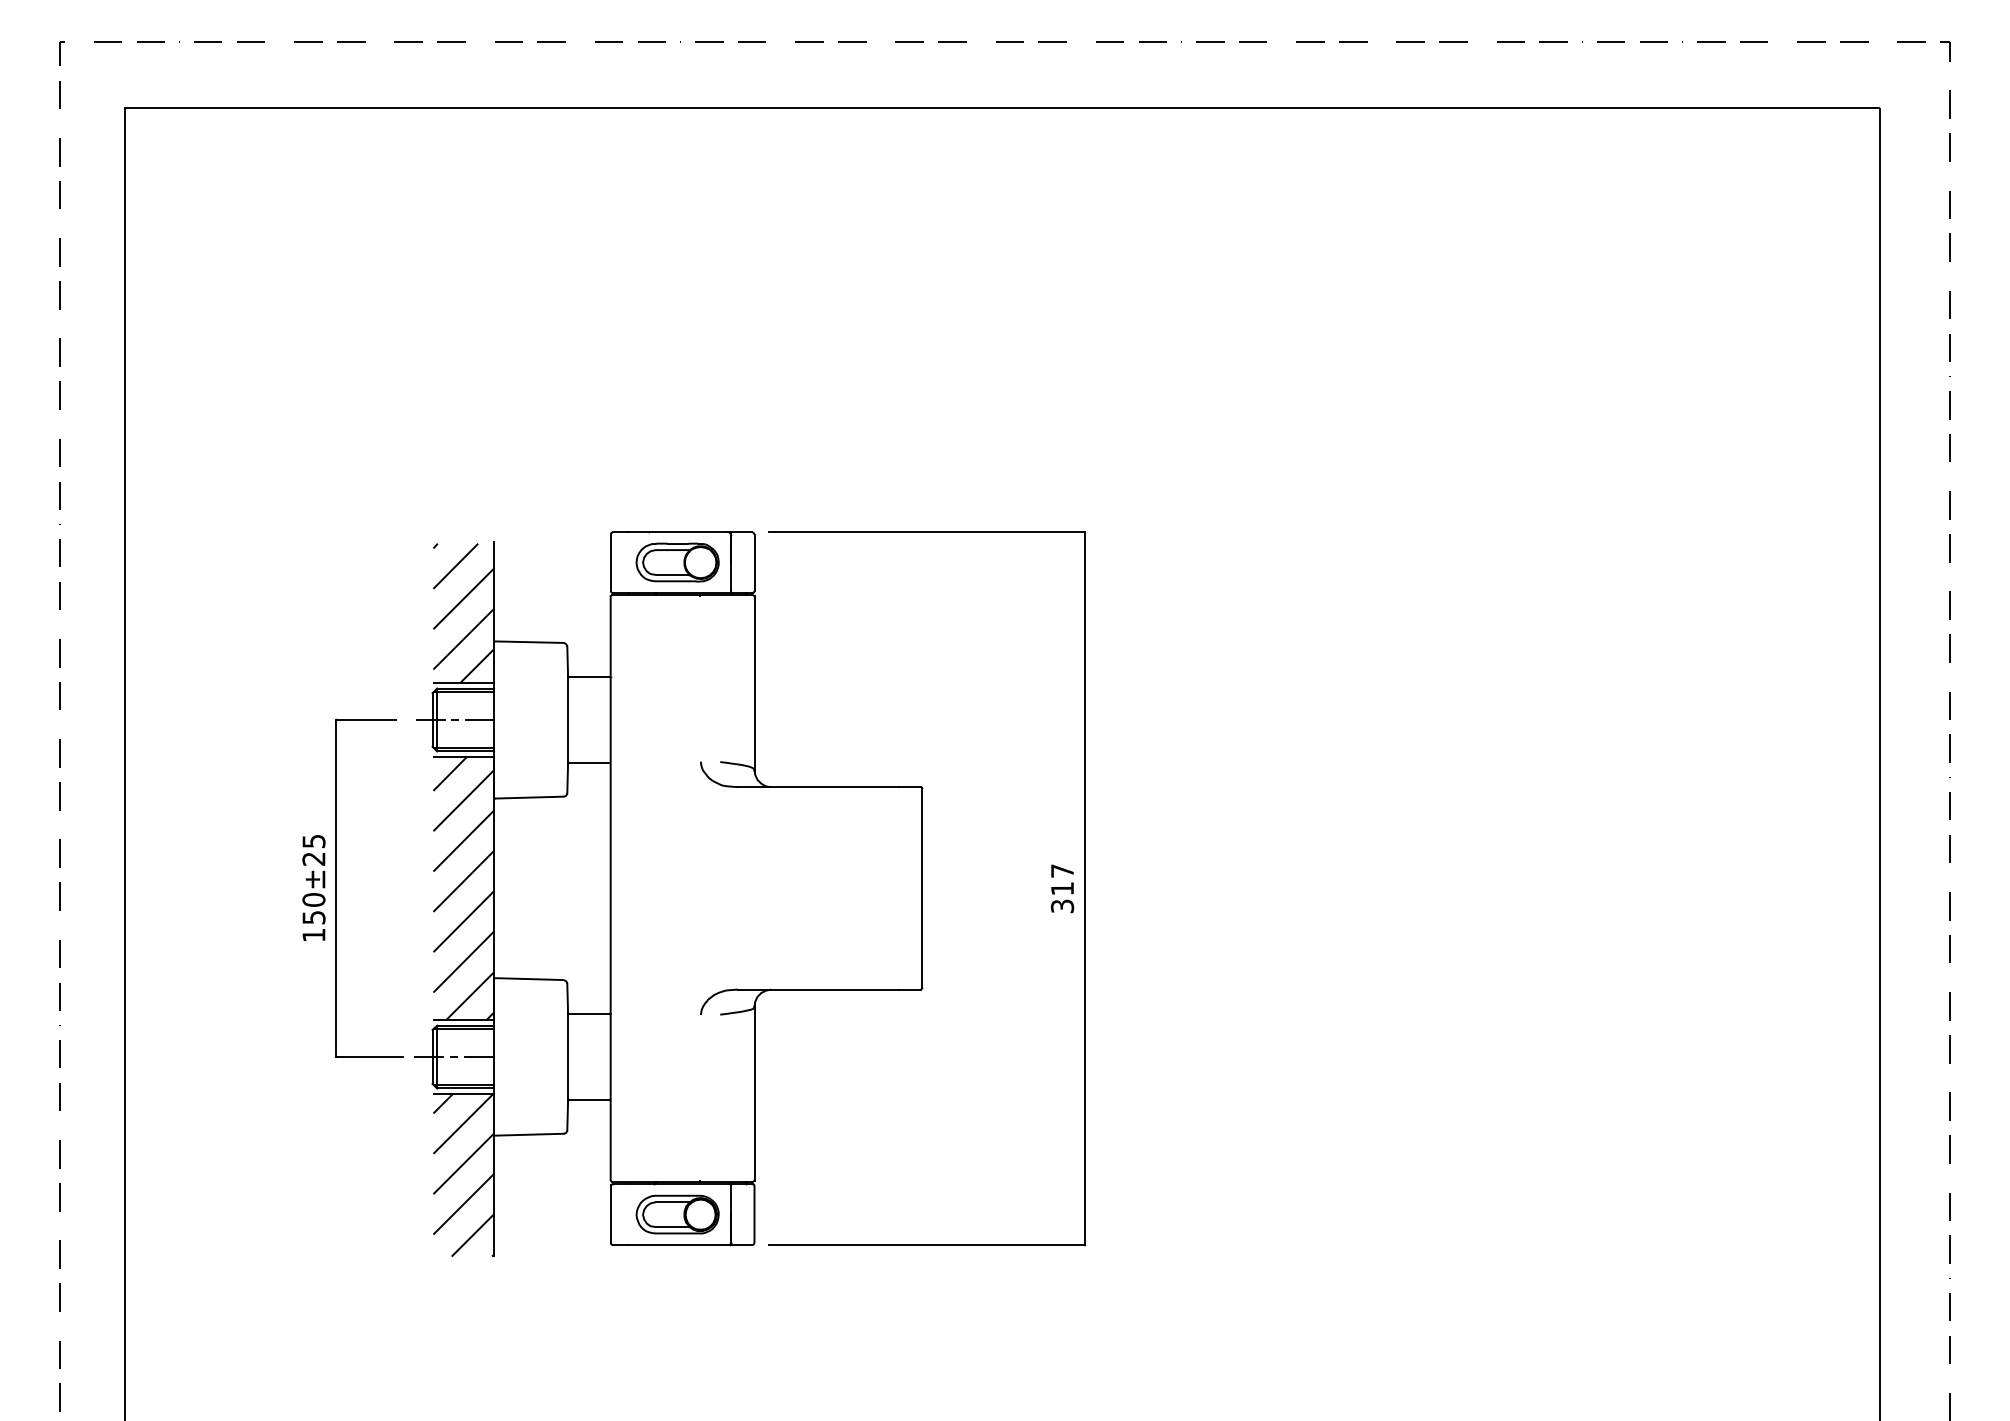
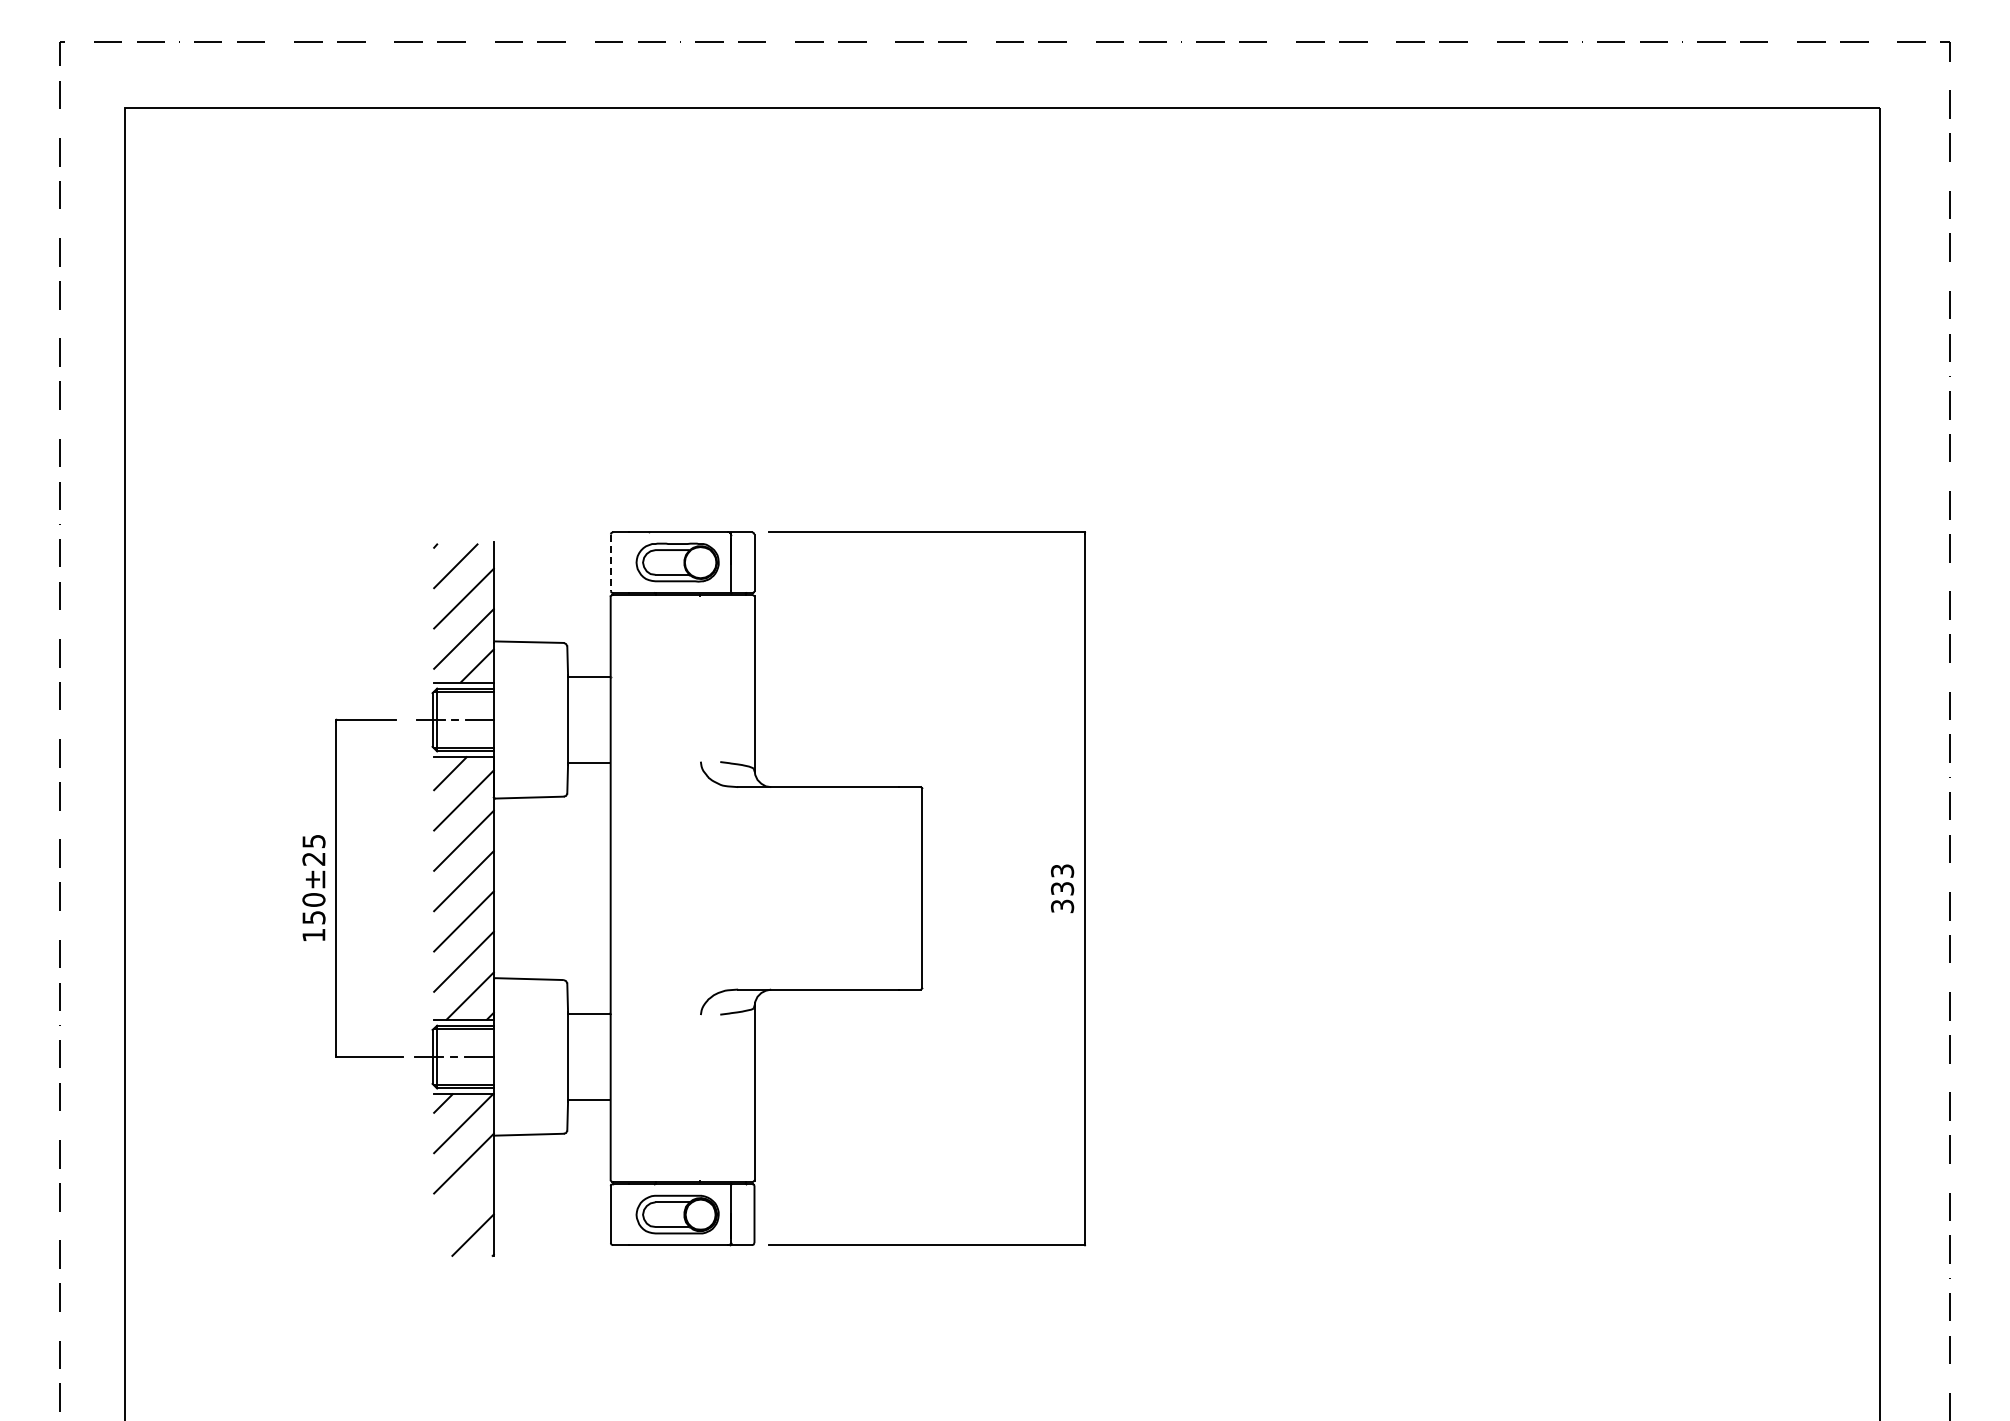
line at (610, 563): solid -> dashed
text at (1062, 879): 317 -> 333
line at (463, 1203): present -> none
